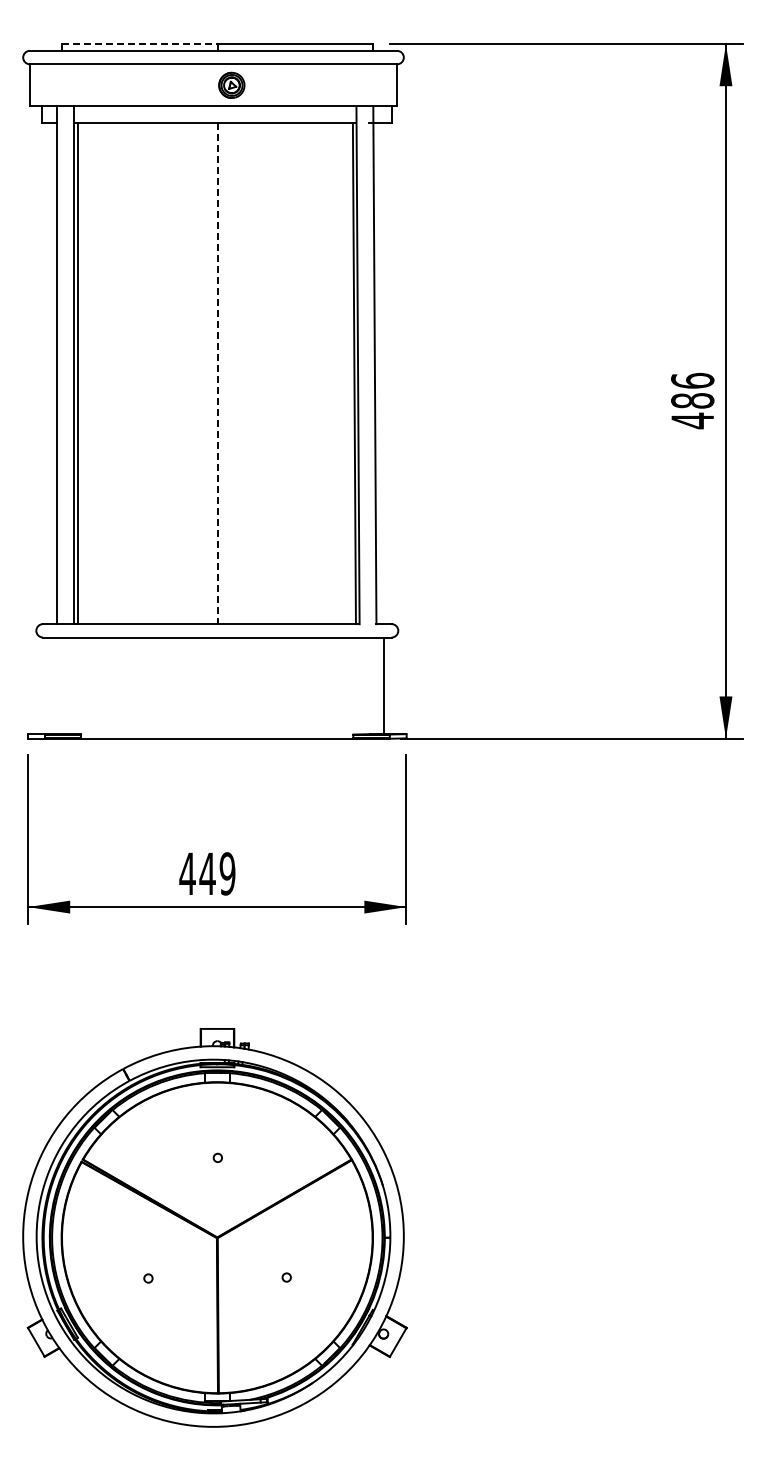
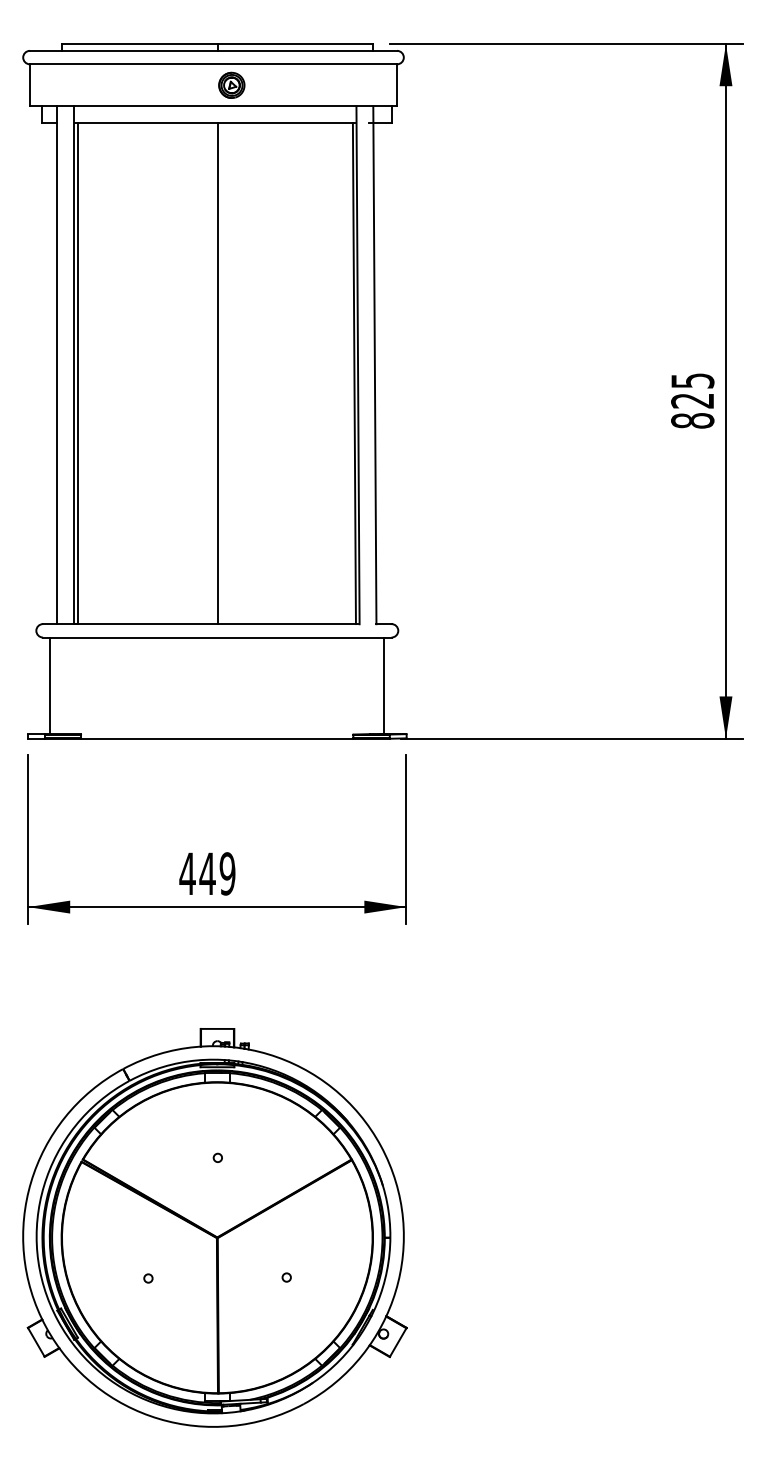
line at (140, 44): dashed -> solid
line at (218, 374): dashed -> solid
text at (692, 400): 486 -> 825
line at (50, 685): none -> present
